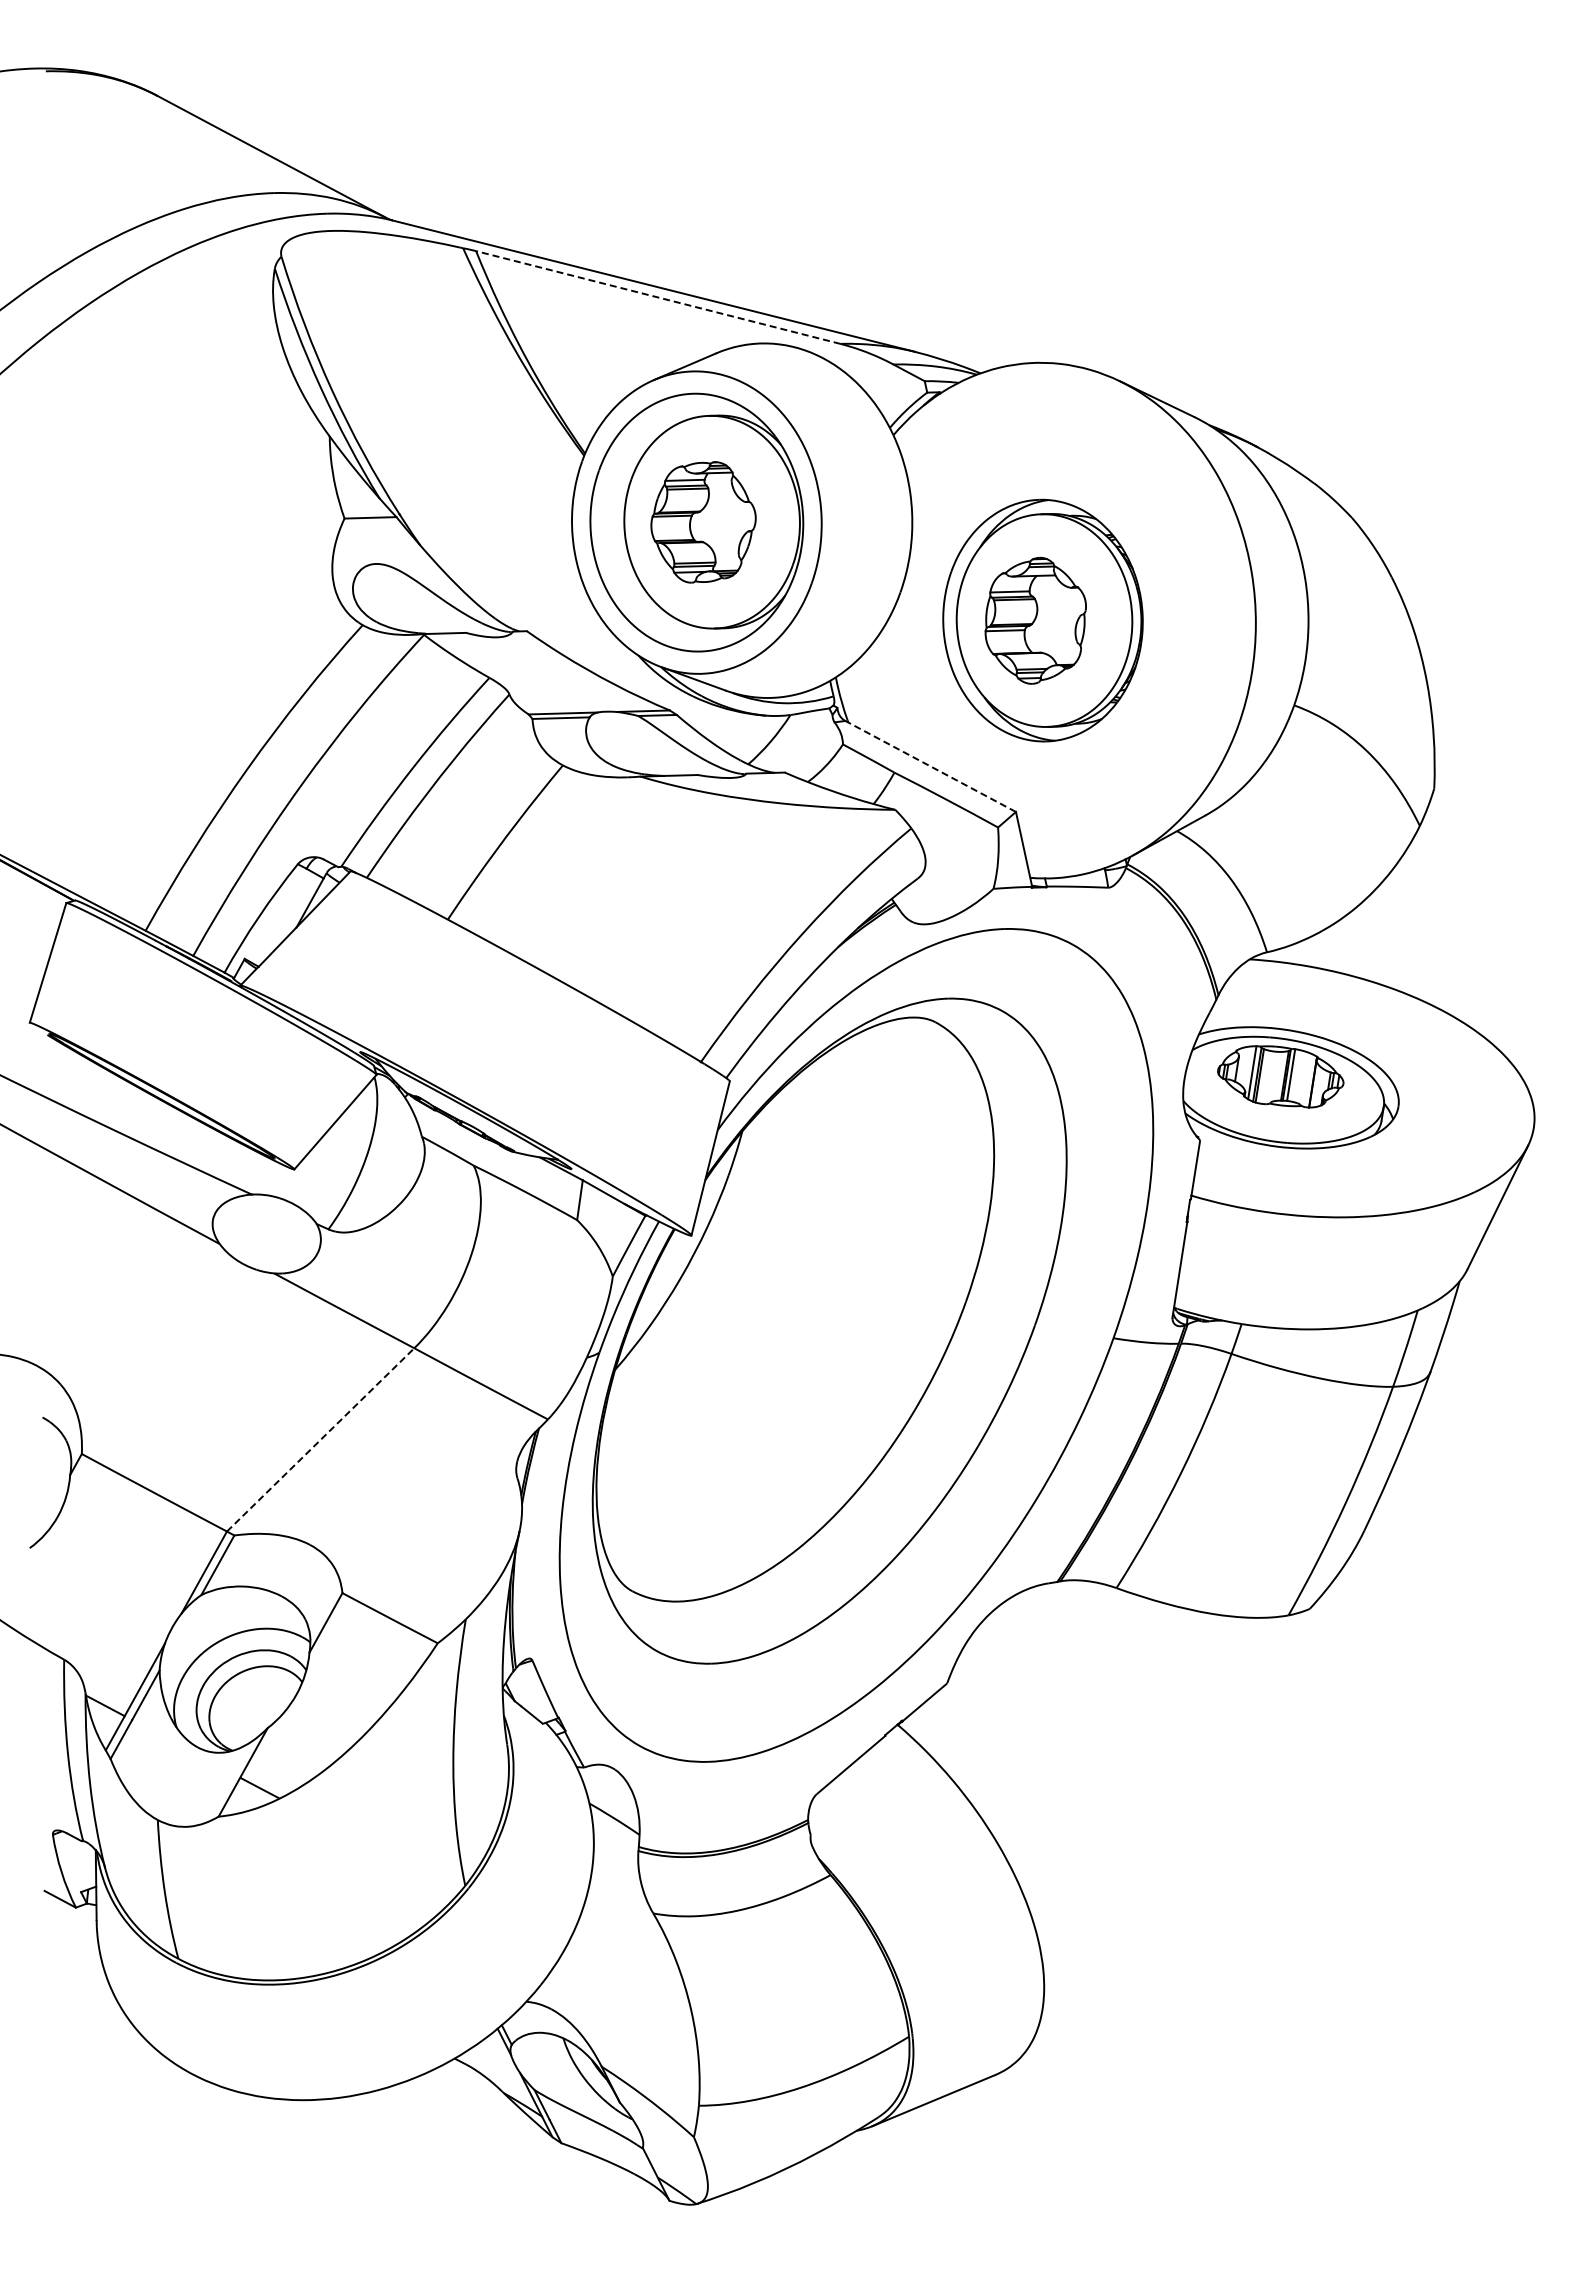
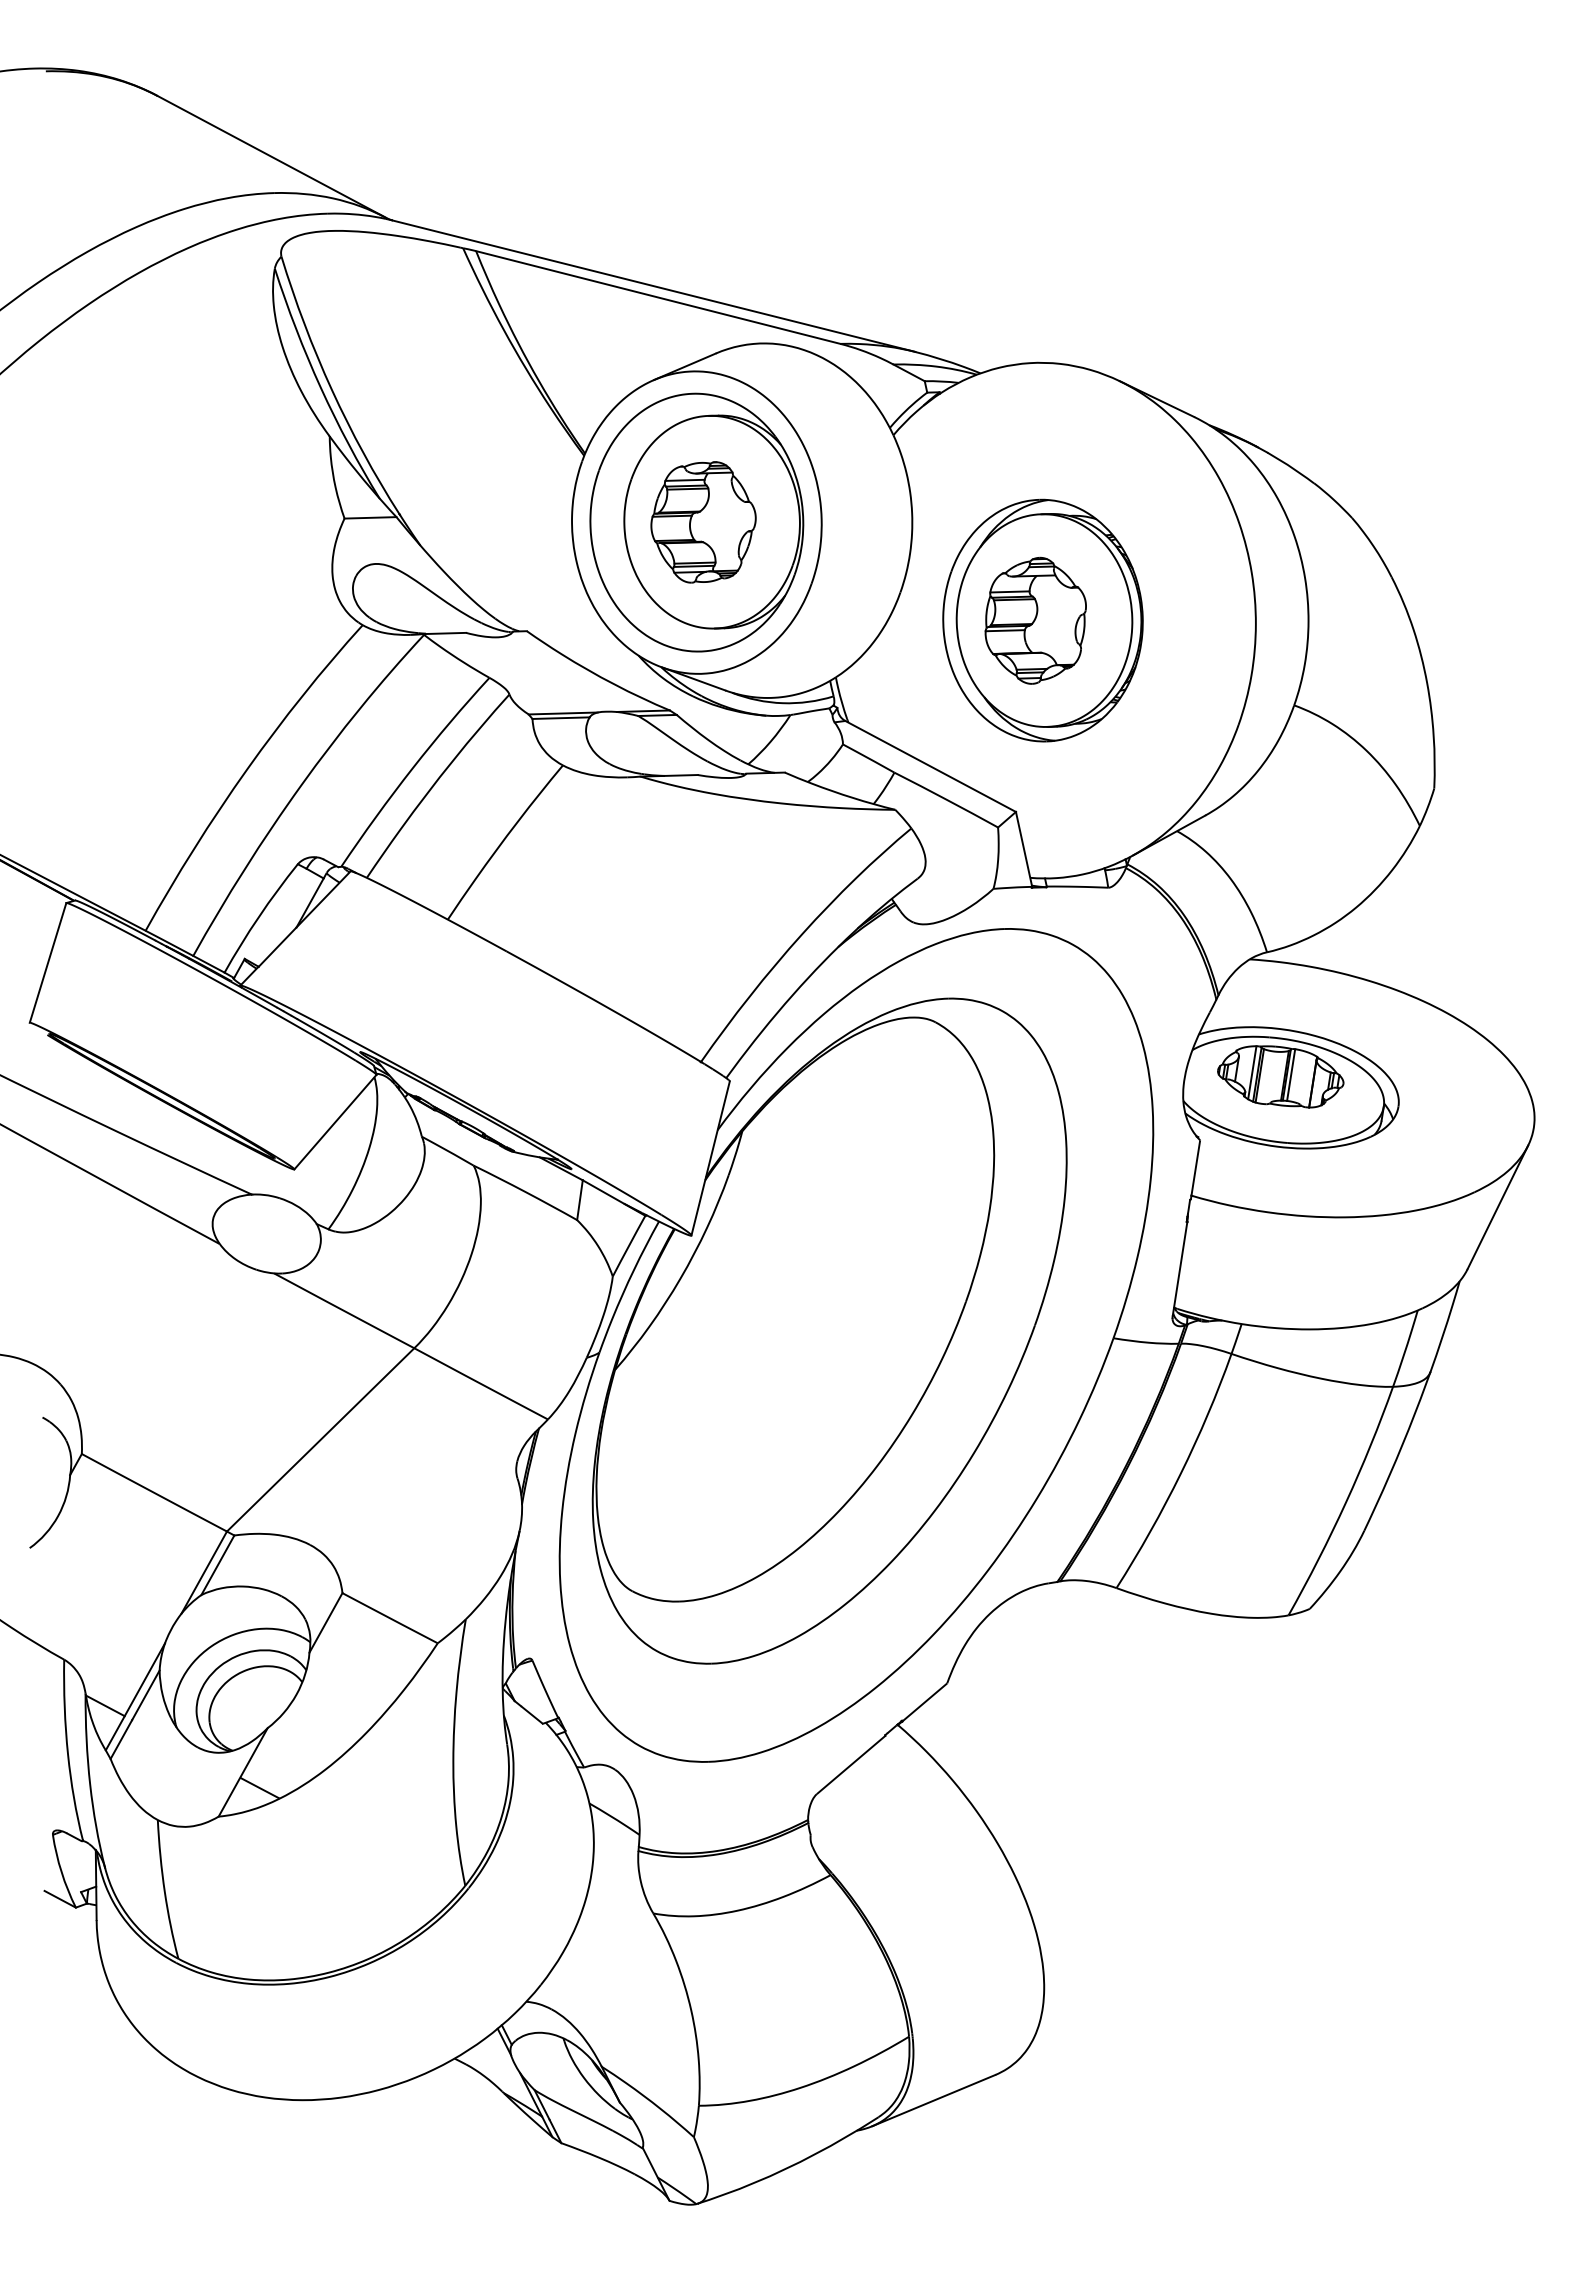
line at (658, 297): dashed -> solid
line at (930, 766): dashed -> solid
line at (321, 1439): dashed -> solid
